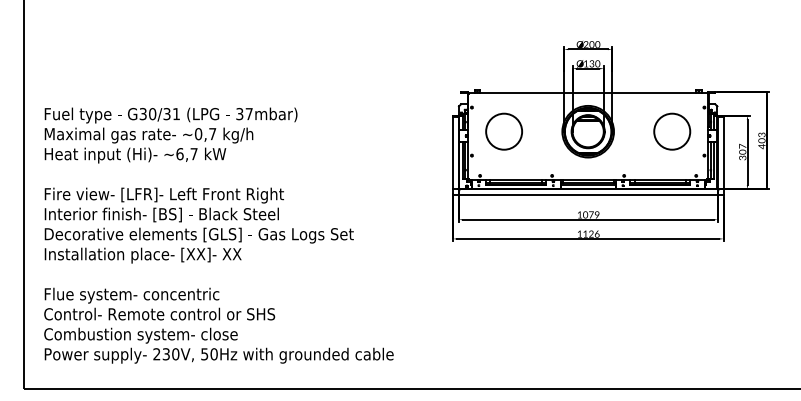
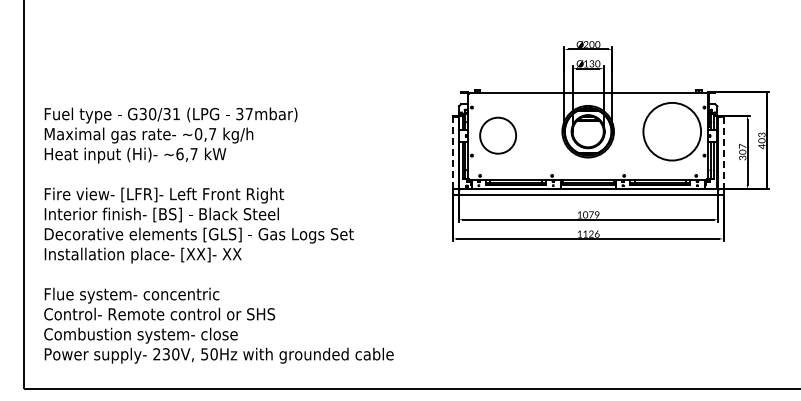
circle at (503, 131) position: (503, 131) -> (497, 135)
circle at (672, 131) diameter: 36 px -> 58 px
line at (453, 152): solid -> dashed
line at (723, 153): solid -> dashed
